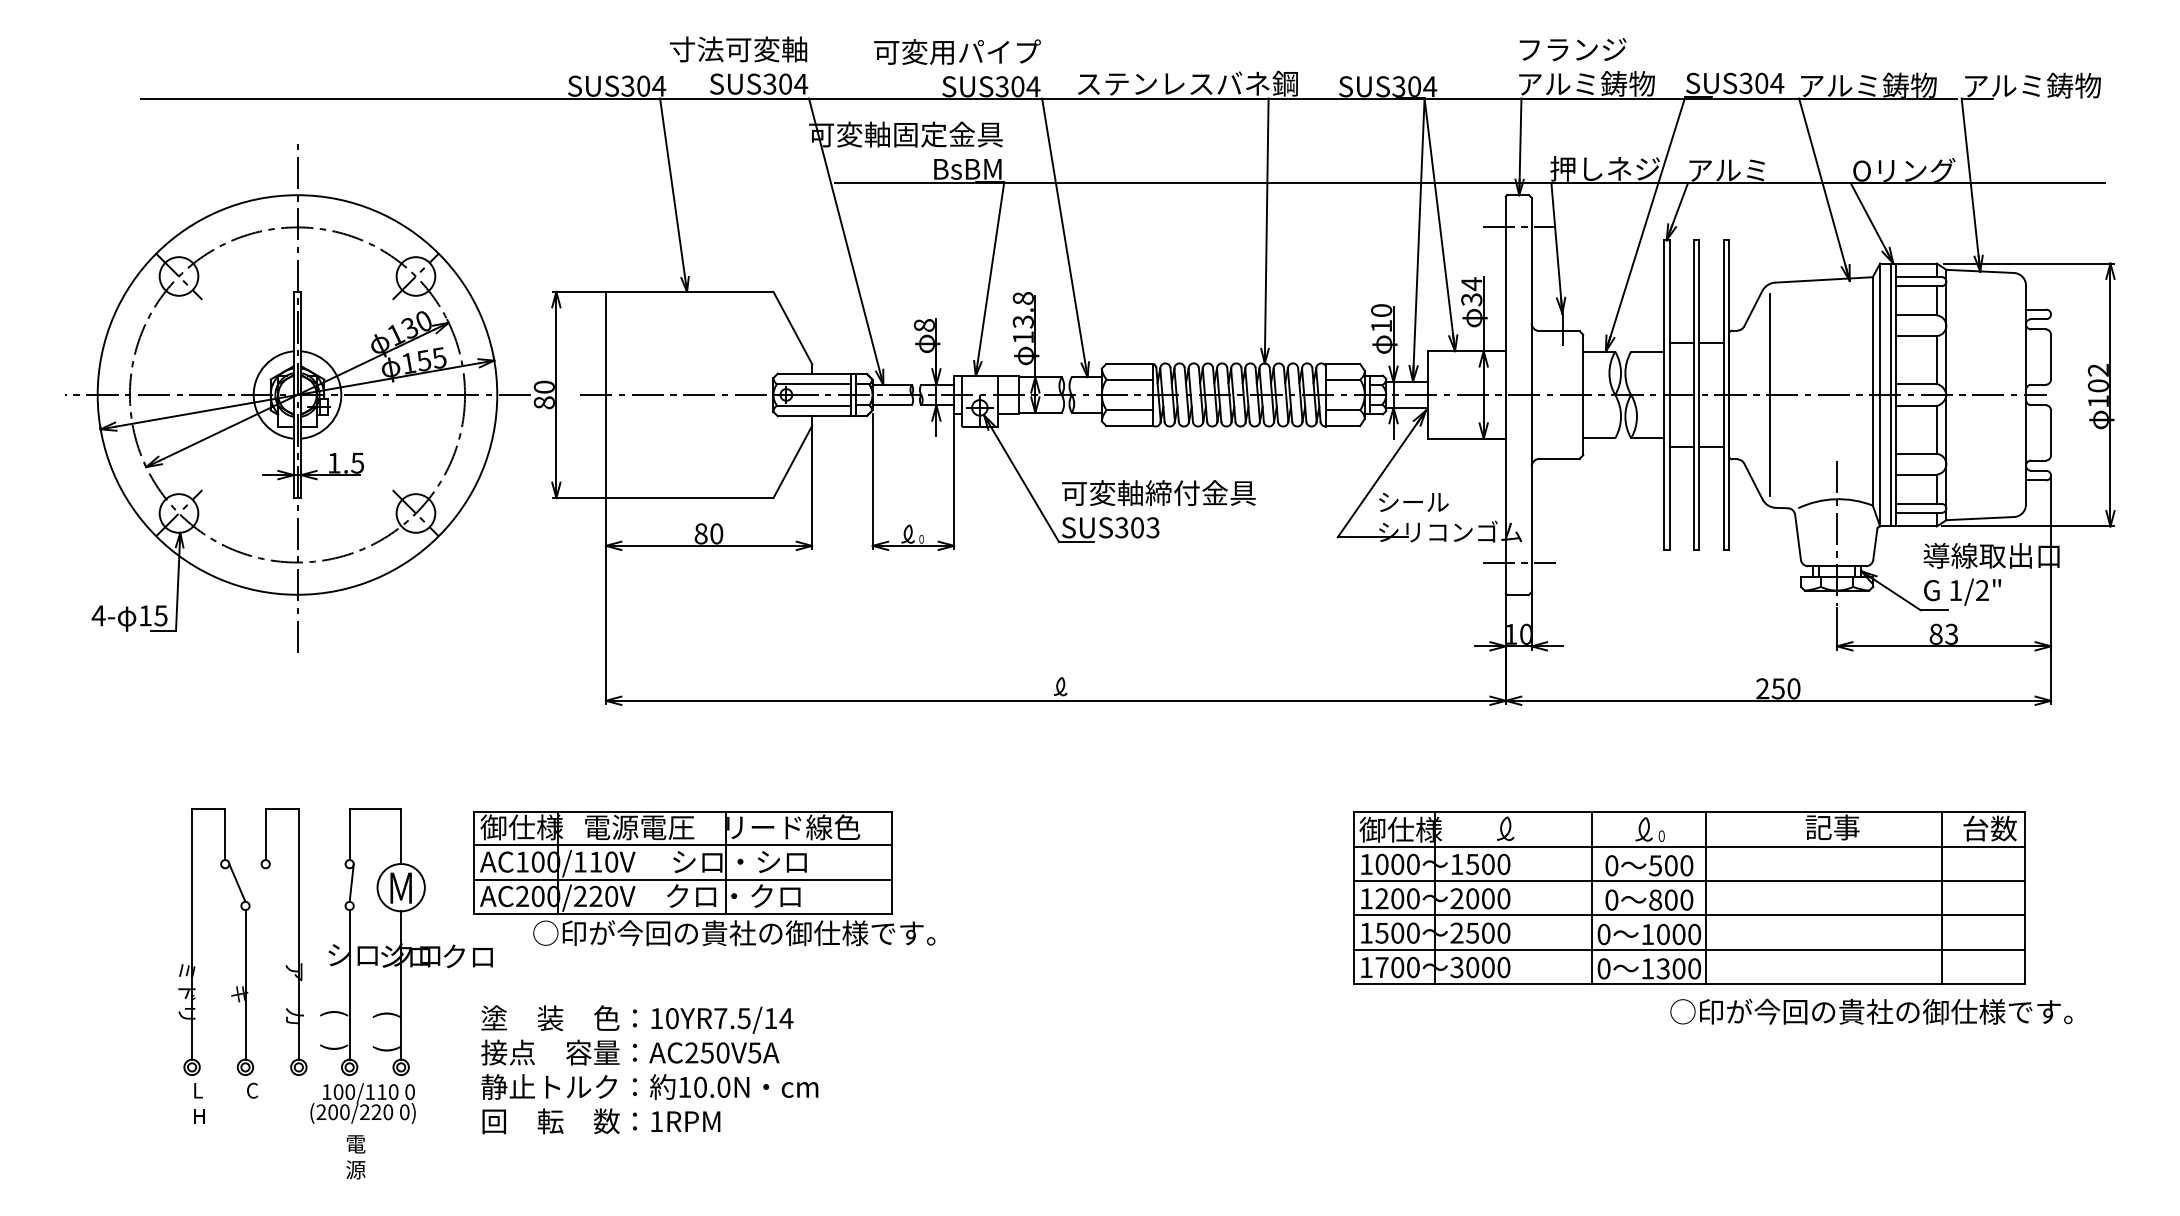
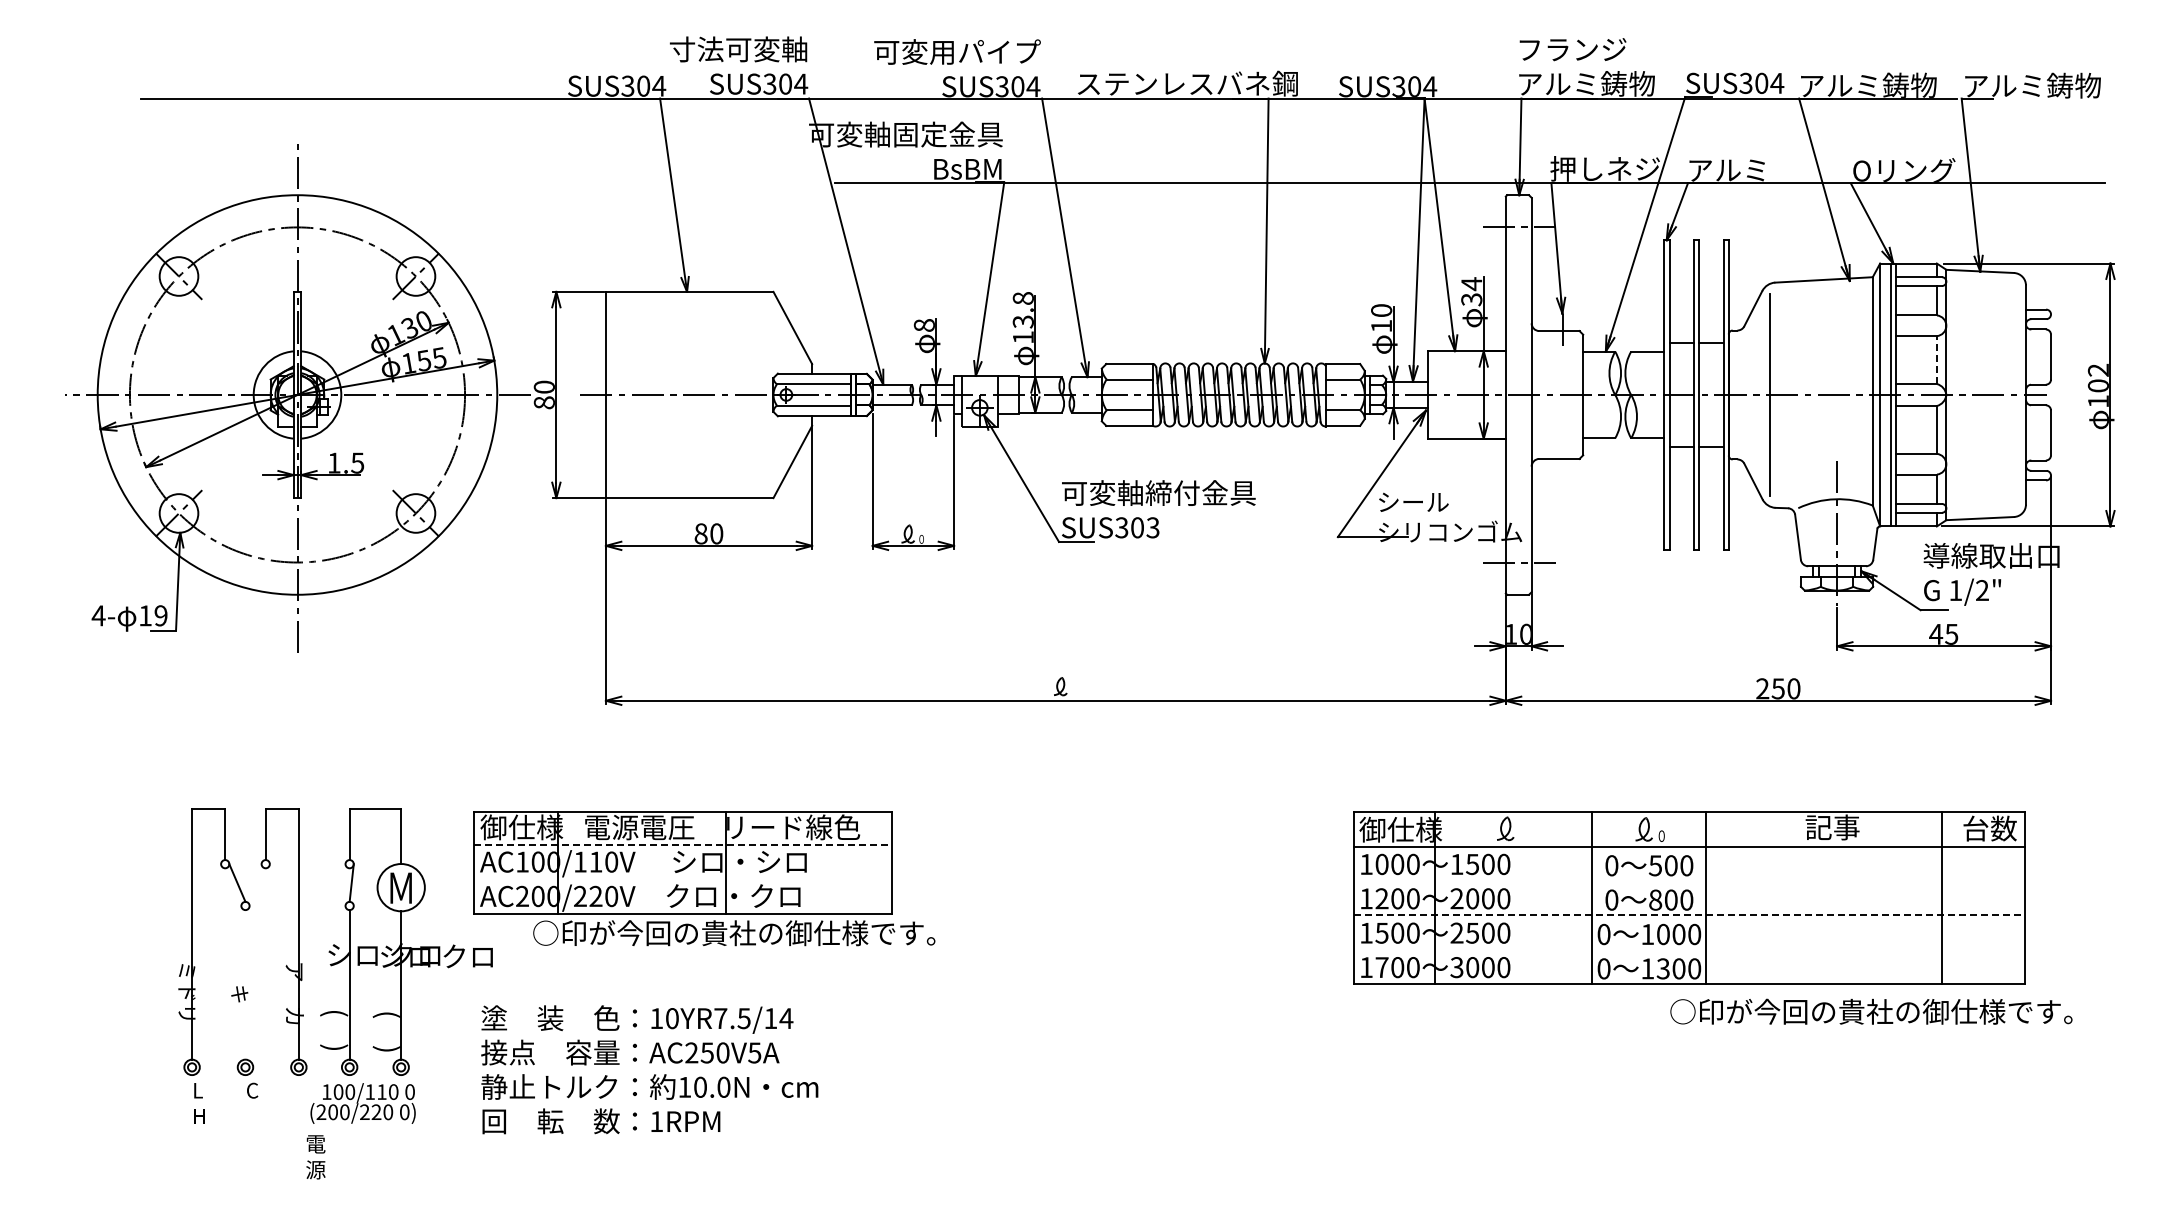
line at (1936, 360): solid -> dashed
text at (160, 615): 15 -> 19
text at (1943, 633): 83 -> 45
line at (683, 845): solid -> dashed
line at (682, 879): present -> none
line at (1688, 881): present -> none
line at (1689, 915): solid -> dashed
line at (1688, 949): present -> none
line at (245, 984): present -> none
text at (355, 1157) position: (355, 1157) -> (315, 1157)
